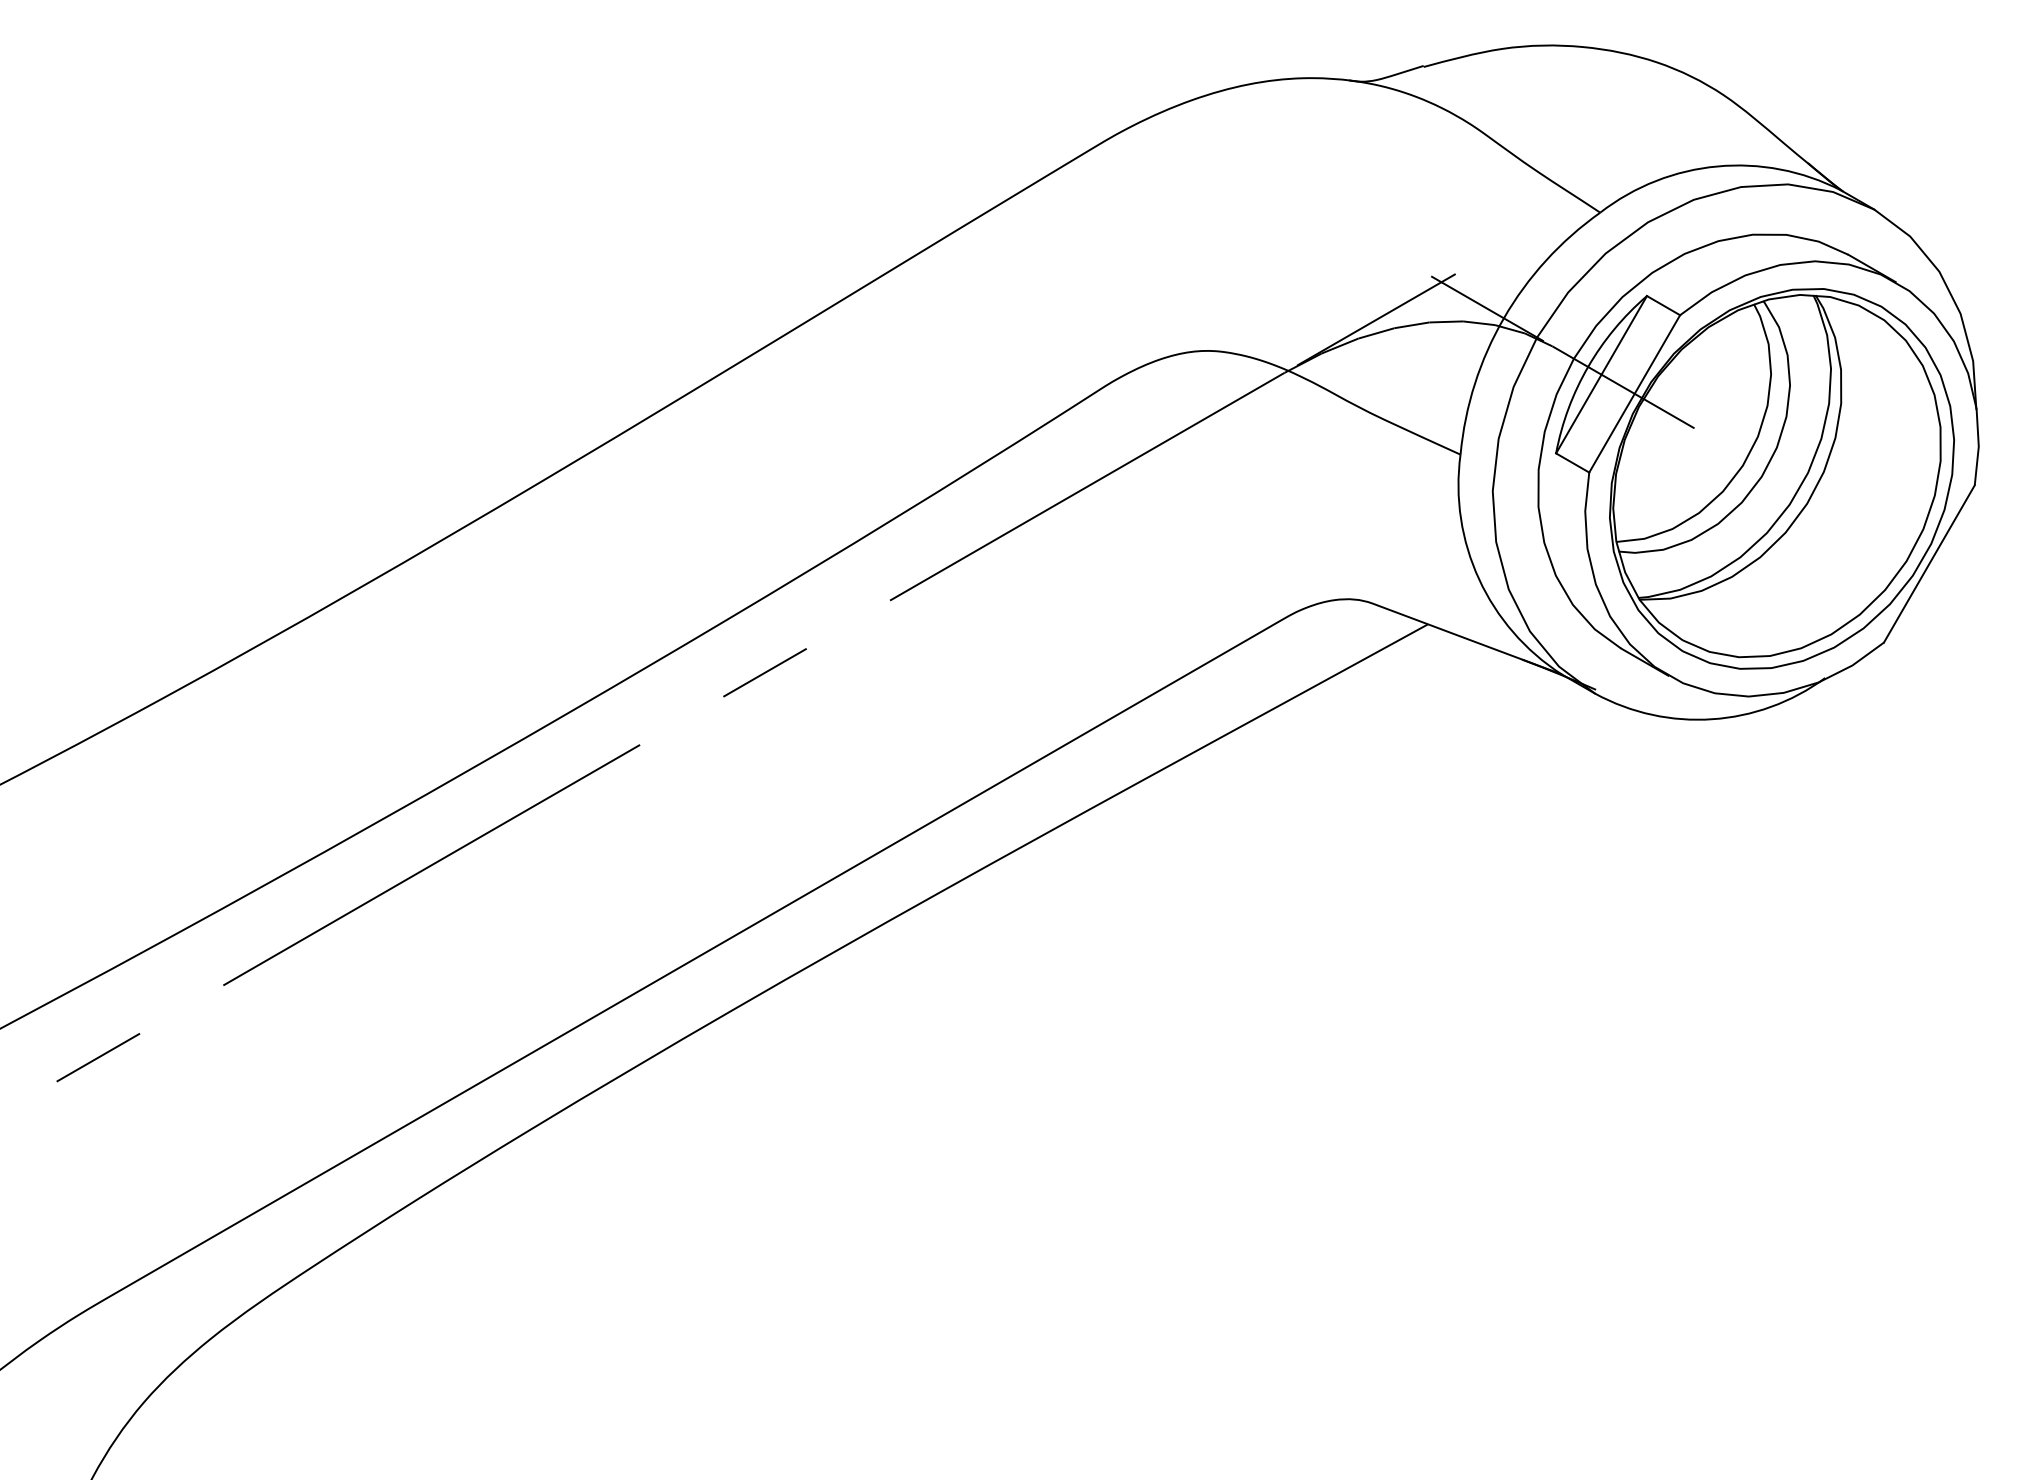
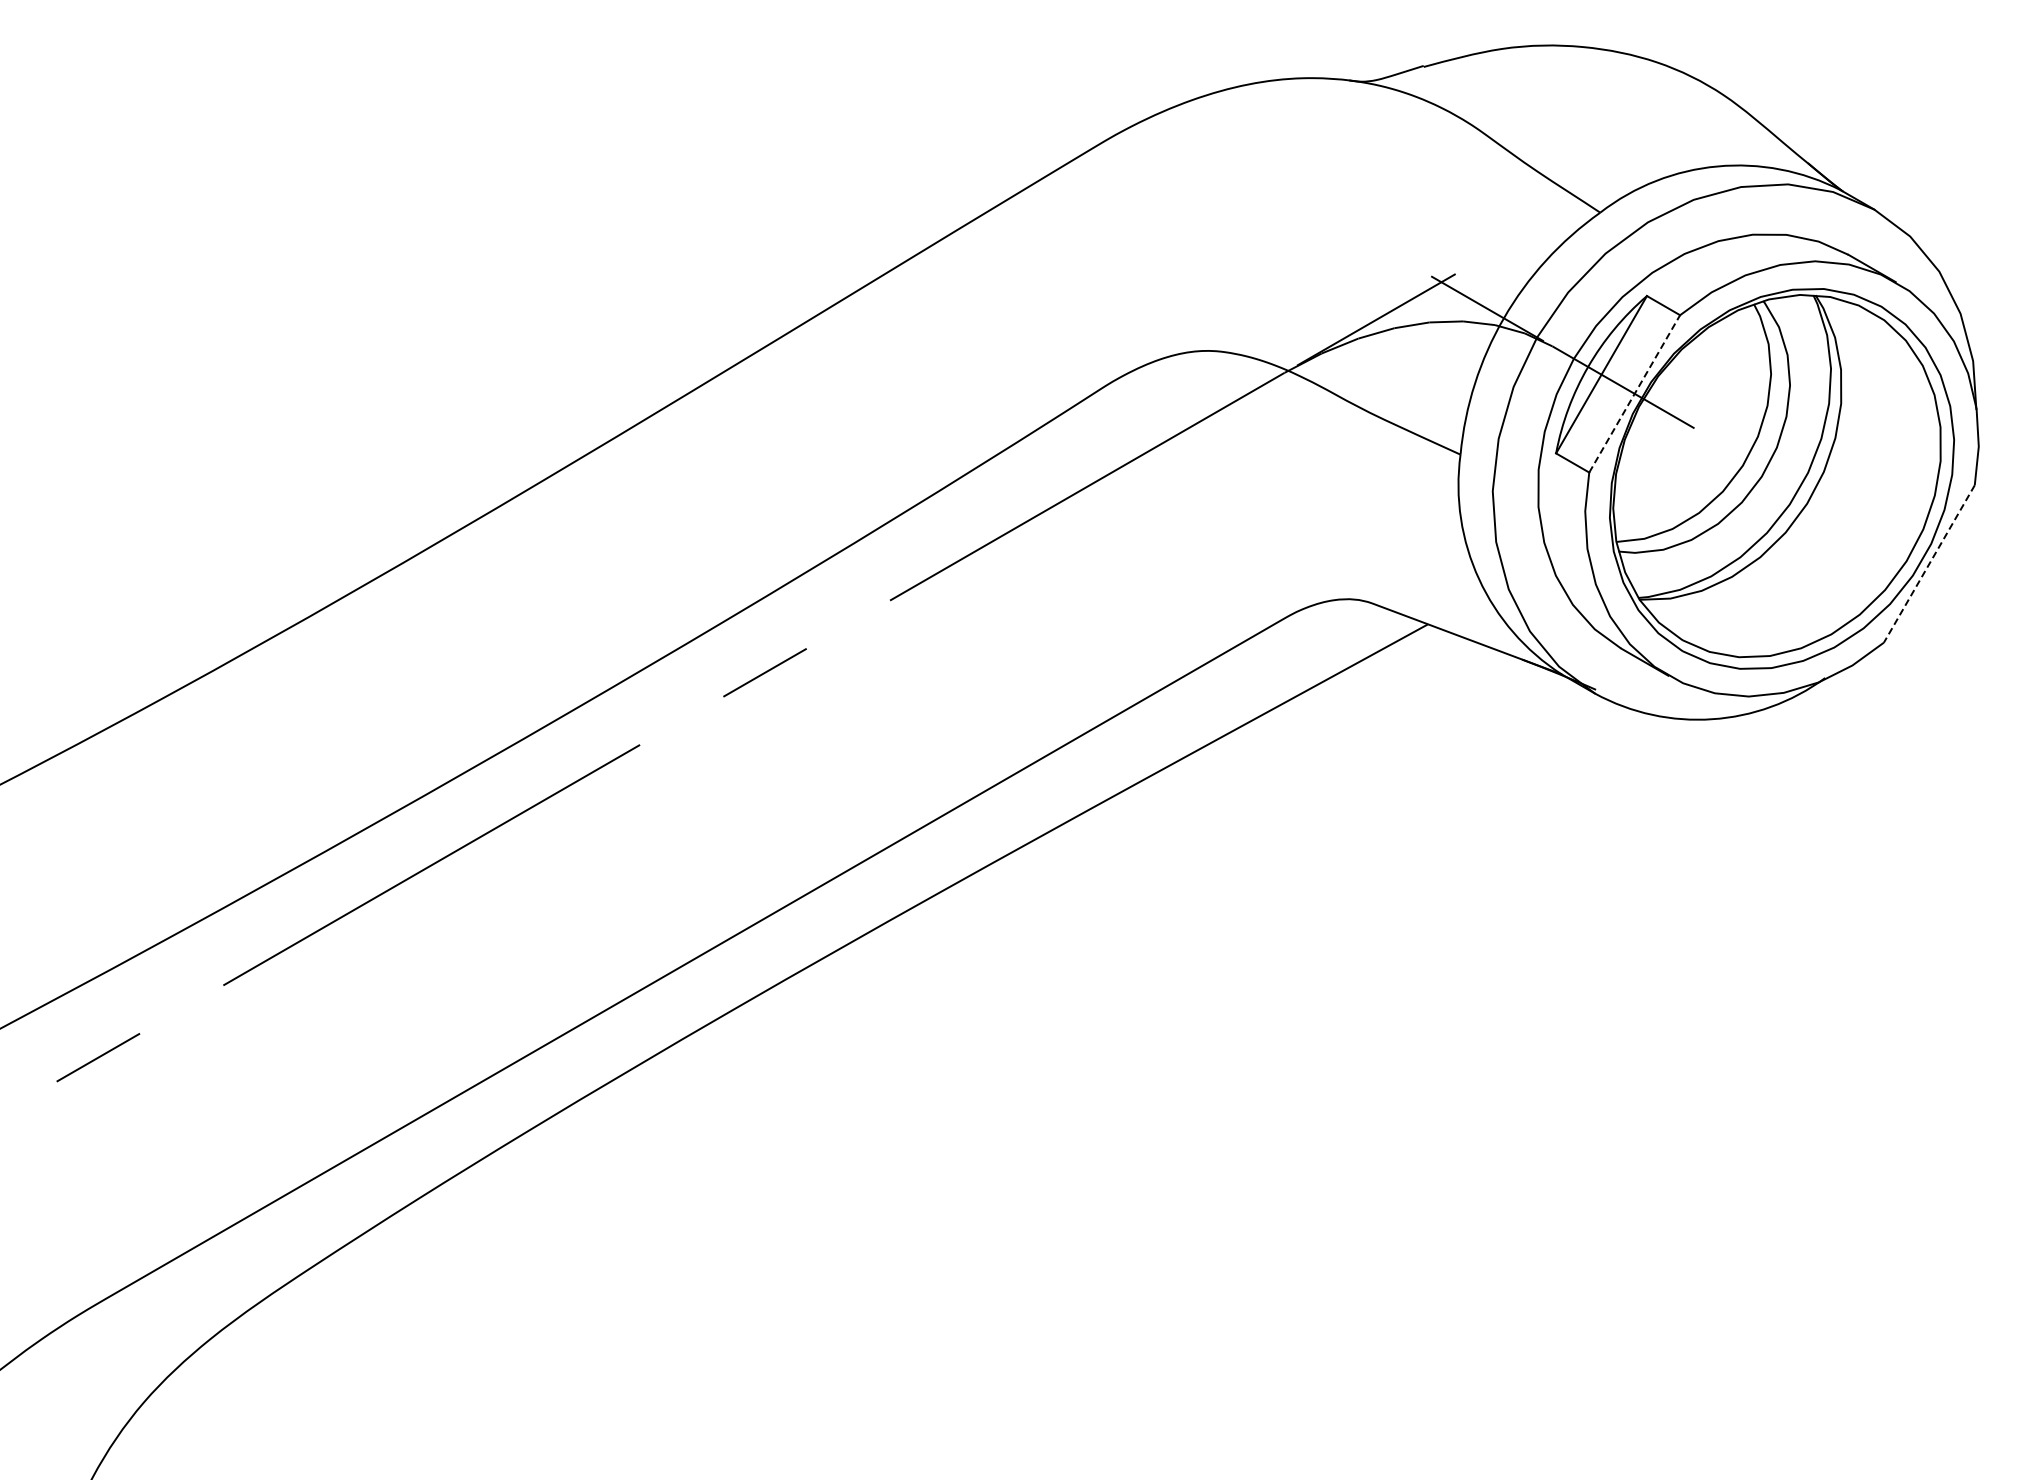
line at (1634, 393): solid -> dashed
line at (1929, 563): solid -> dashed
